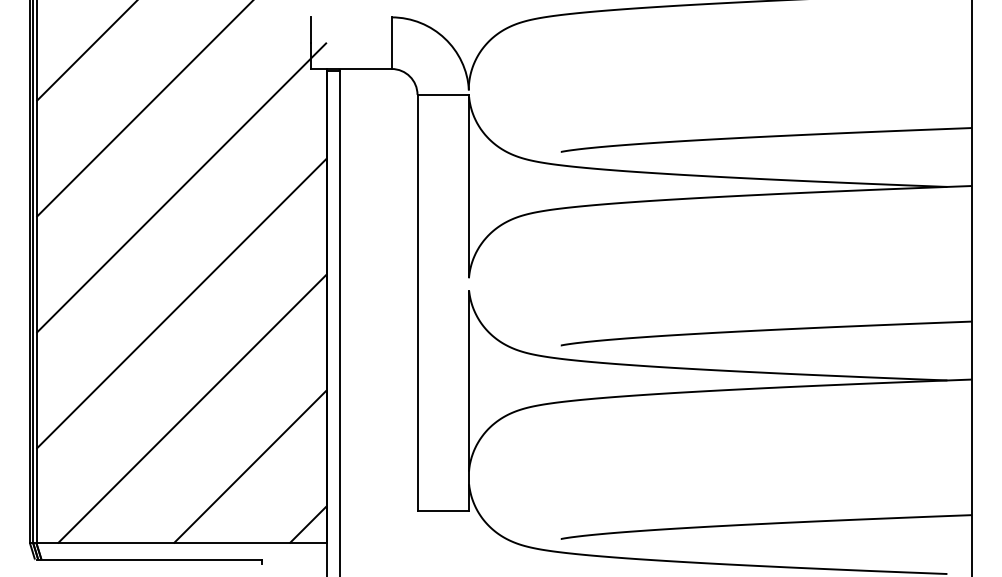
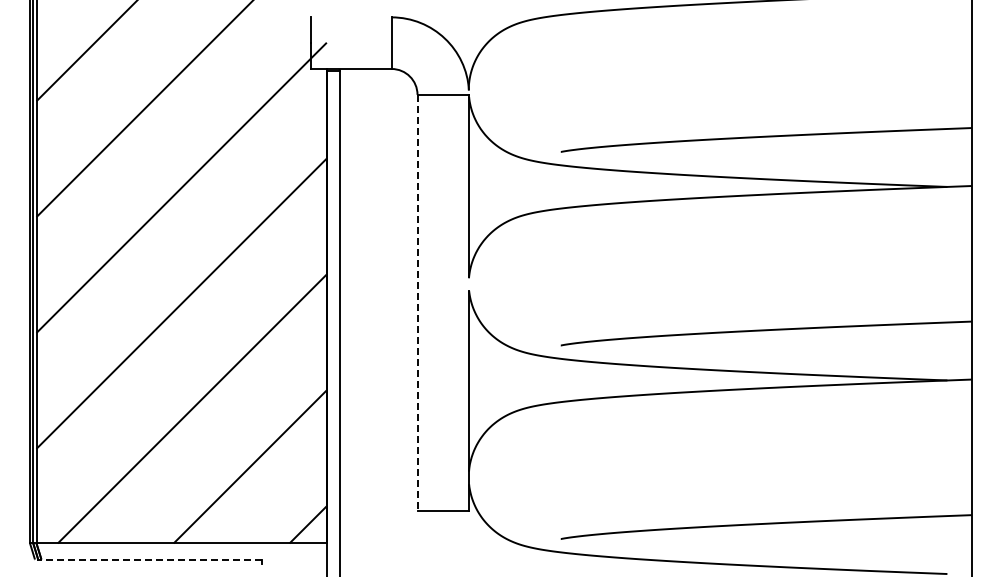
line at (417, 303): solid -> dashed
line at (149, 559): solid -> dashed
